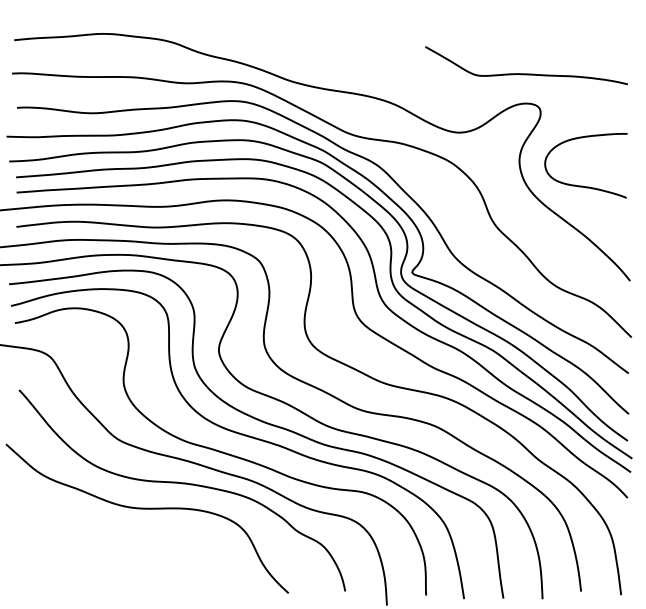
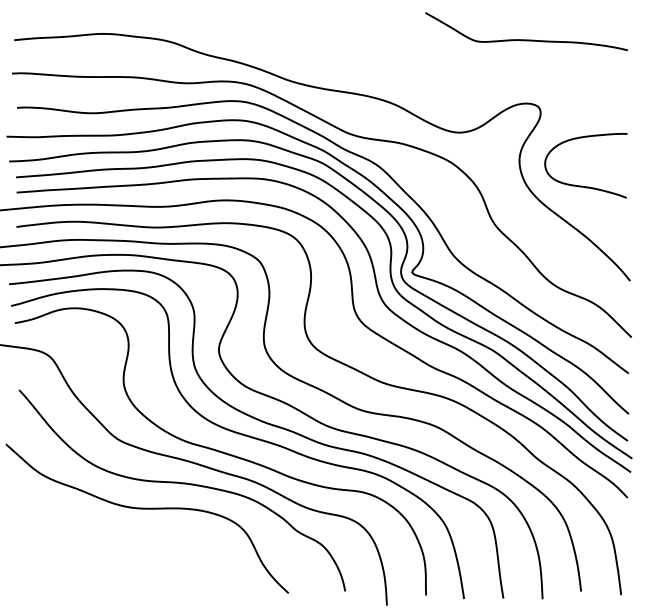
curve at (526, 73) position: (526, 73) -> (526, 39)
